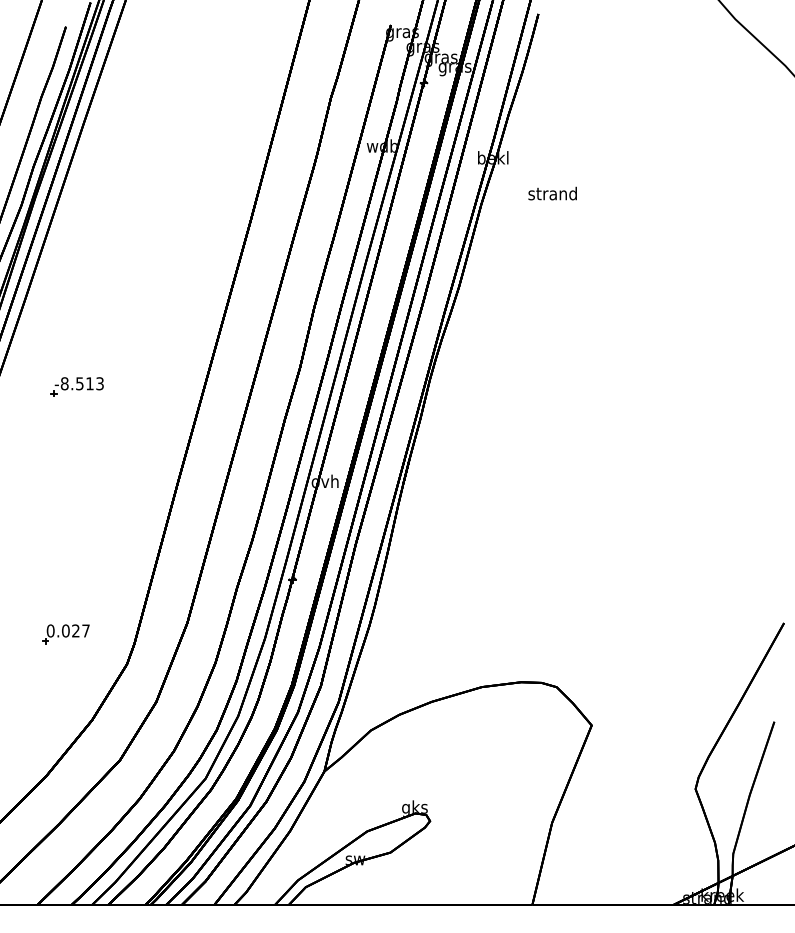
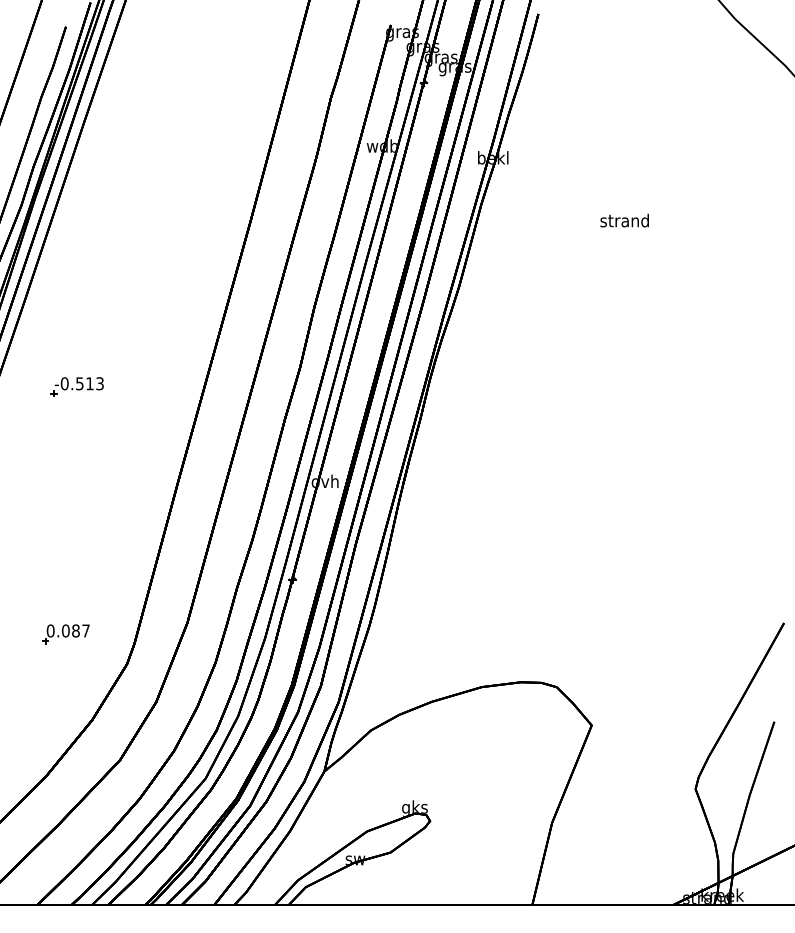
text at (552, 193) position: (552, 193) -> (624, 220)
text at (64, 383): -8.513 -> -0.513
text at (75, 630): 0.027 -> 0.087
